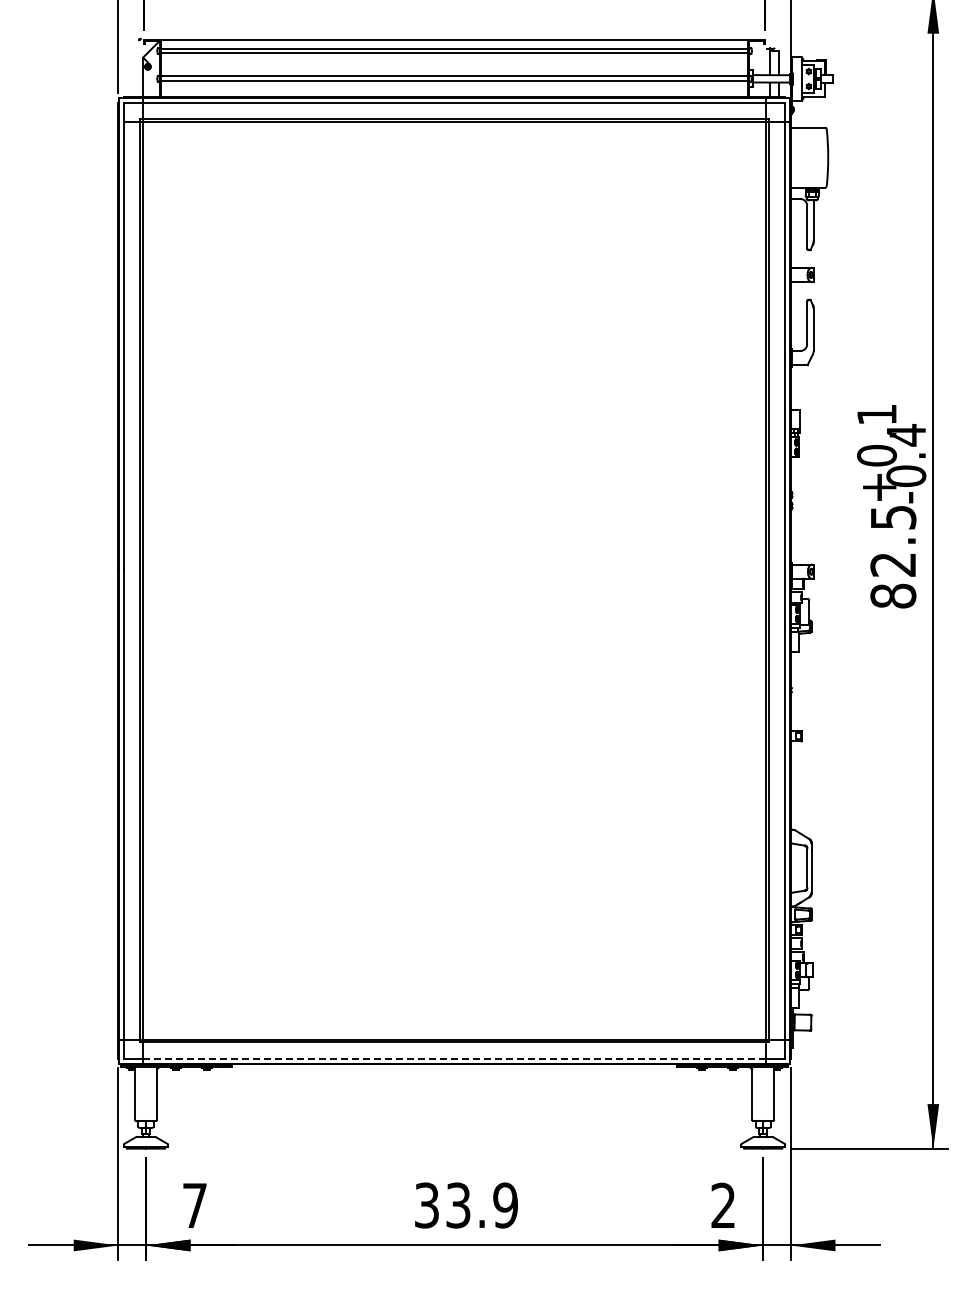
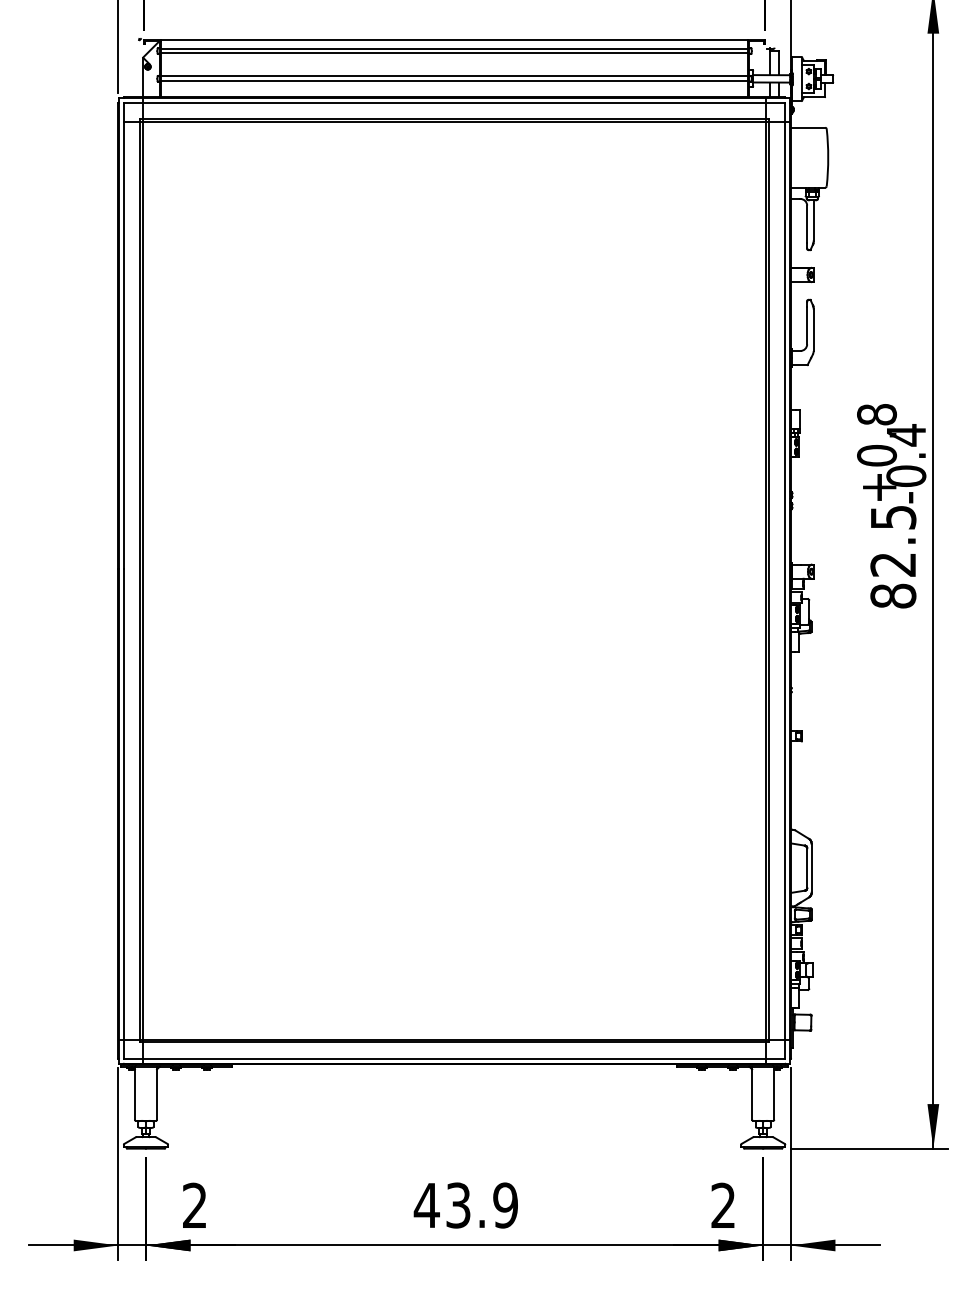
text at (877, 414): +0.1 -> +0.8
line at (454, 1058): dashed -> solid
text at (194, 1204): 7 -> 2
text at (426, 1205): 33.9 -> 43.9
